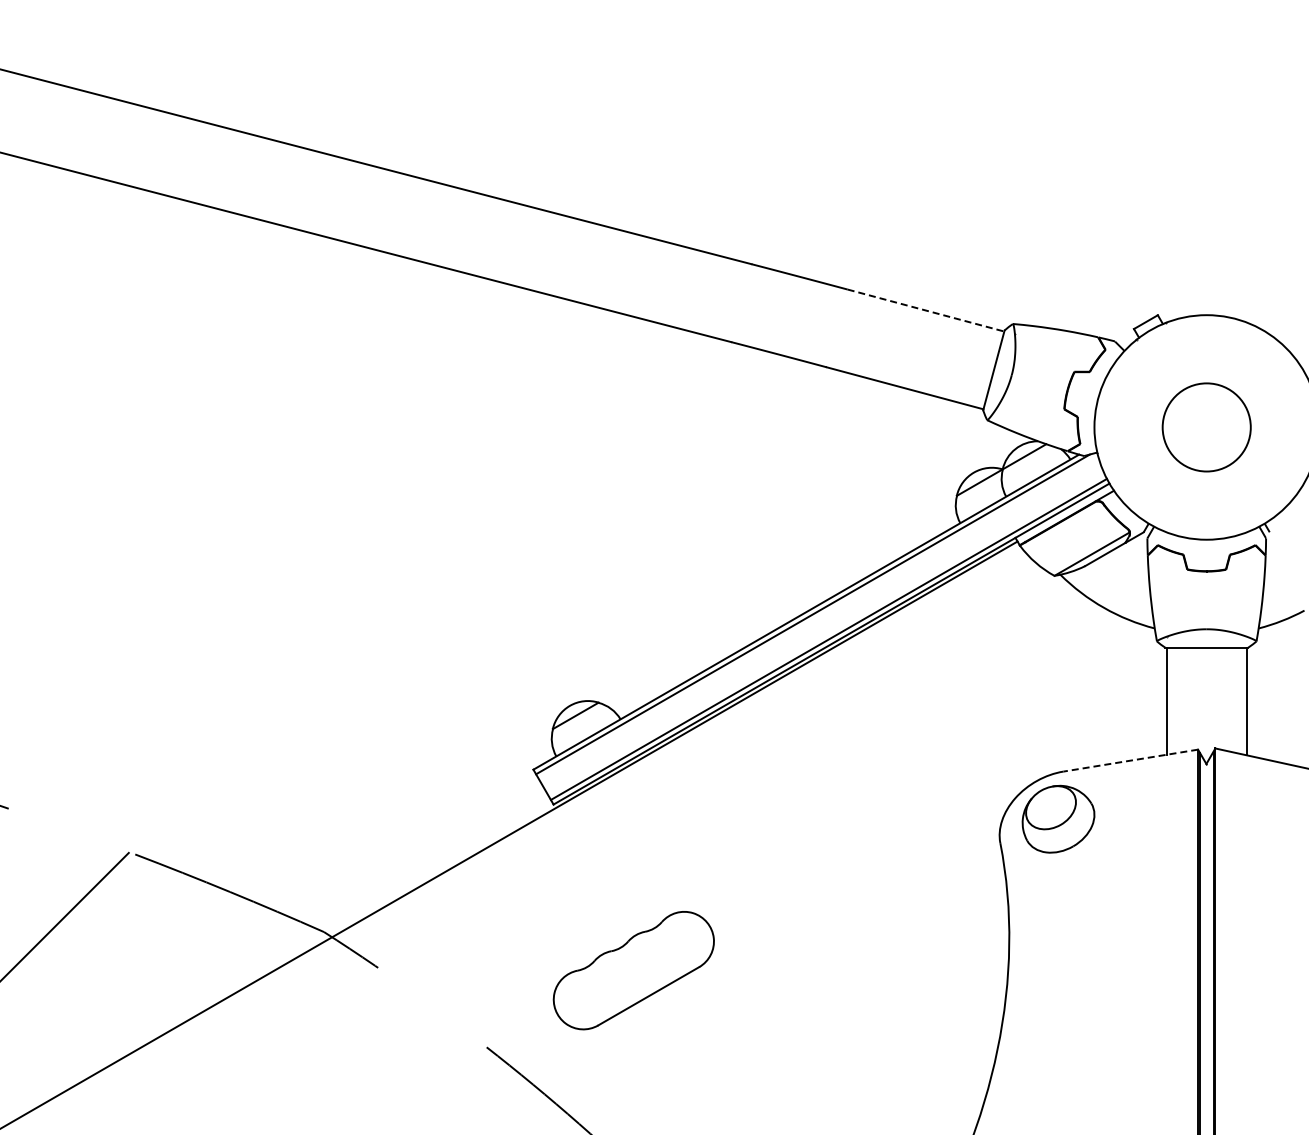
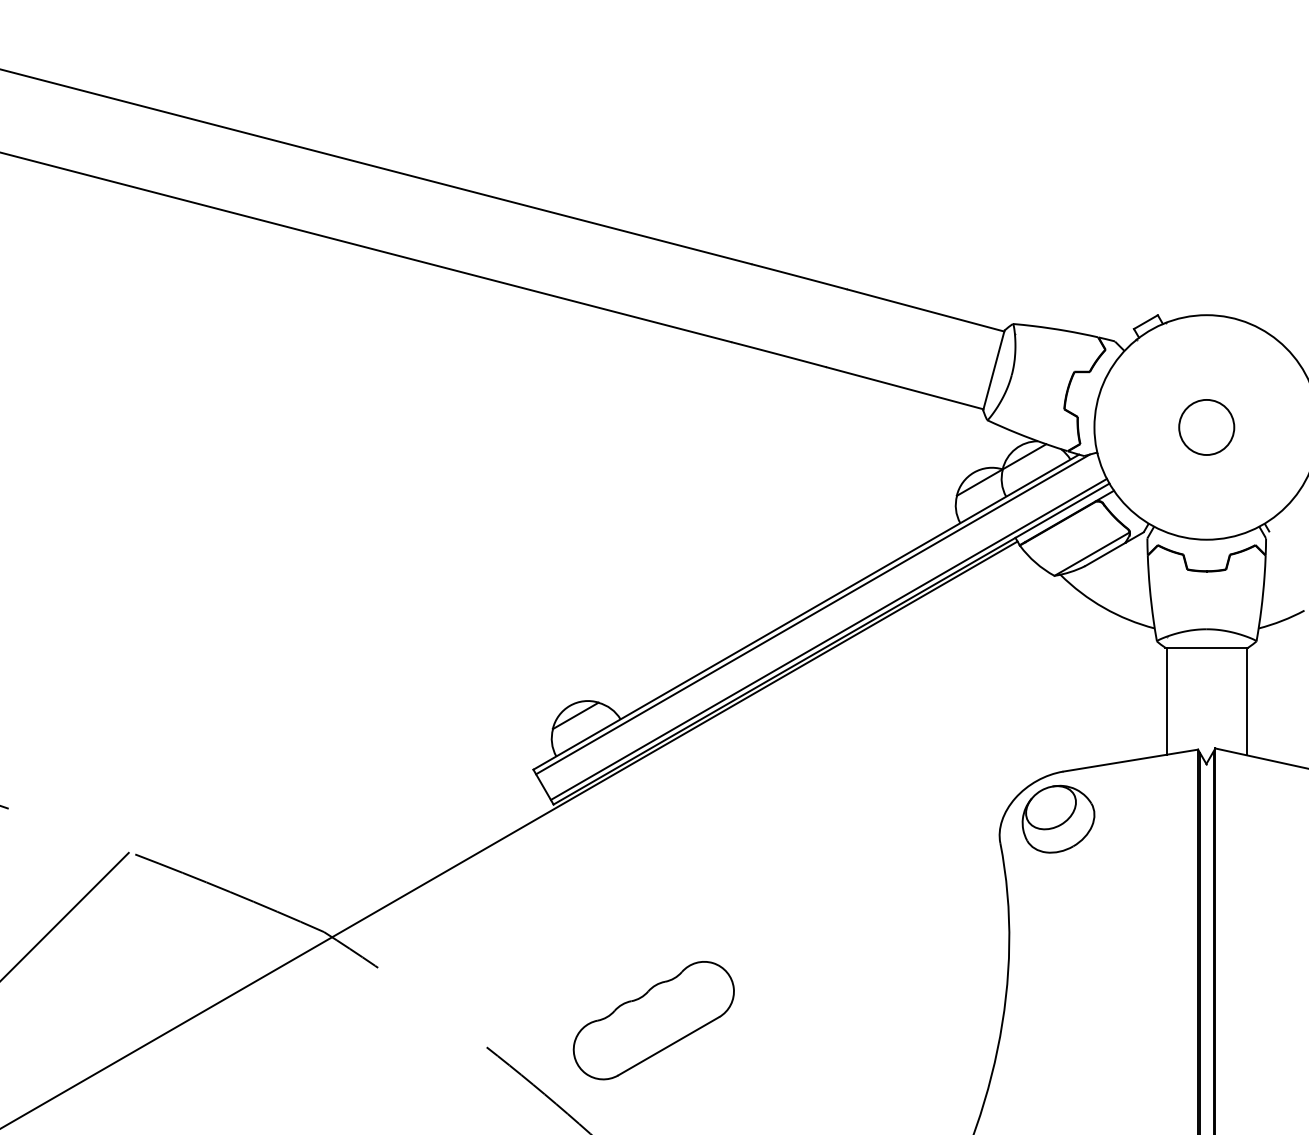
line at (926, 310): dashed -> solid
circle at (1206, 427) diameter: 88 px -> 55 px
line at (1130, 760): dashed -> solid
part at (633, 970) position: (633, 970) -> (653, 1020)
